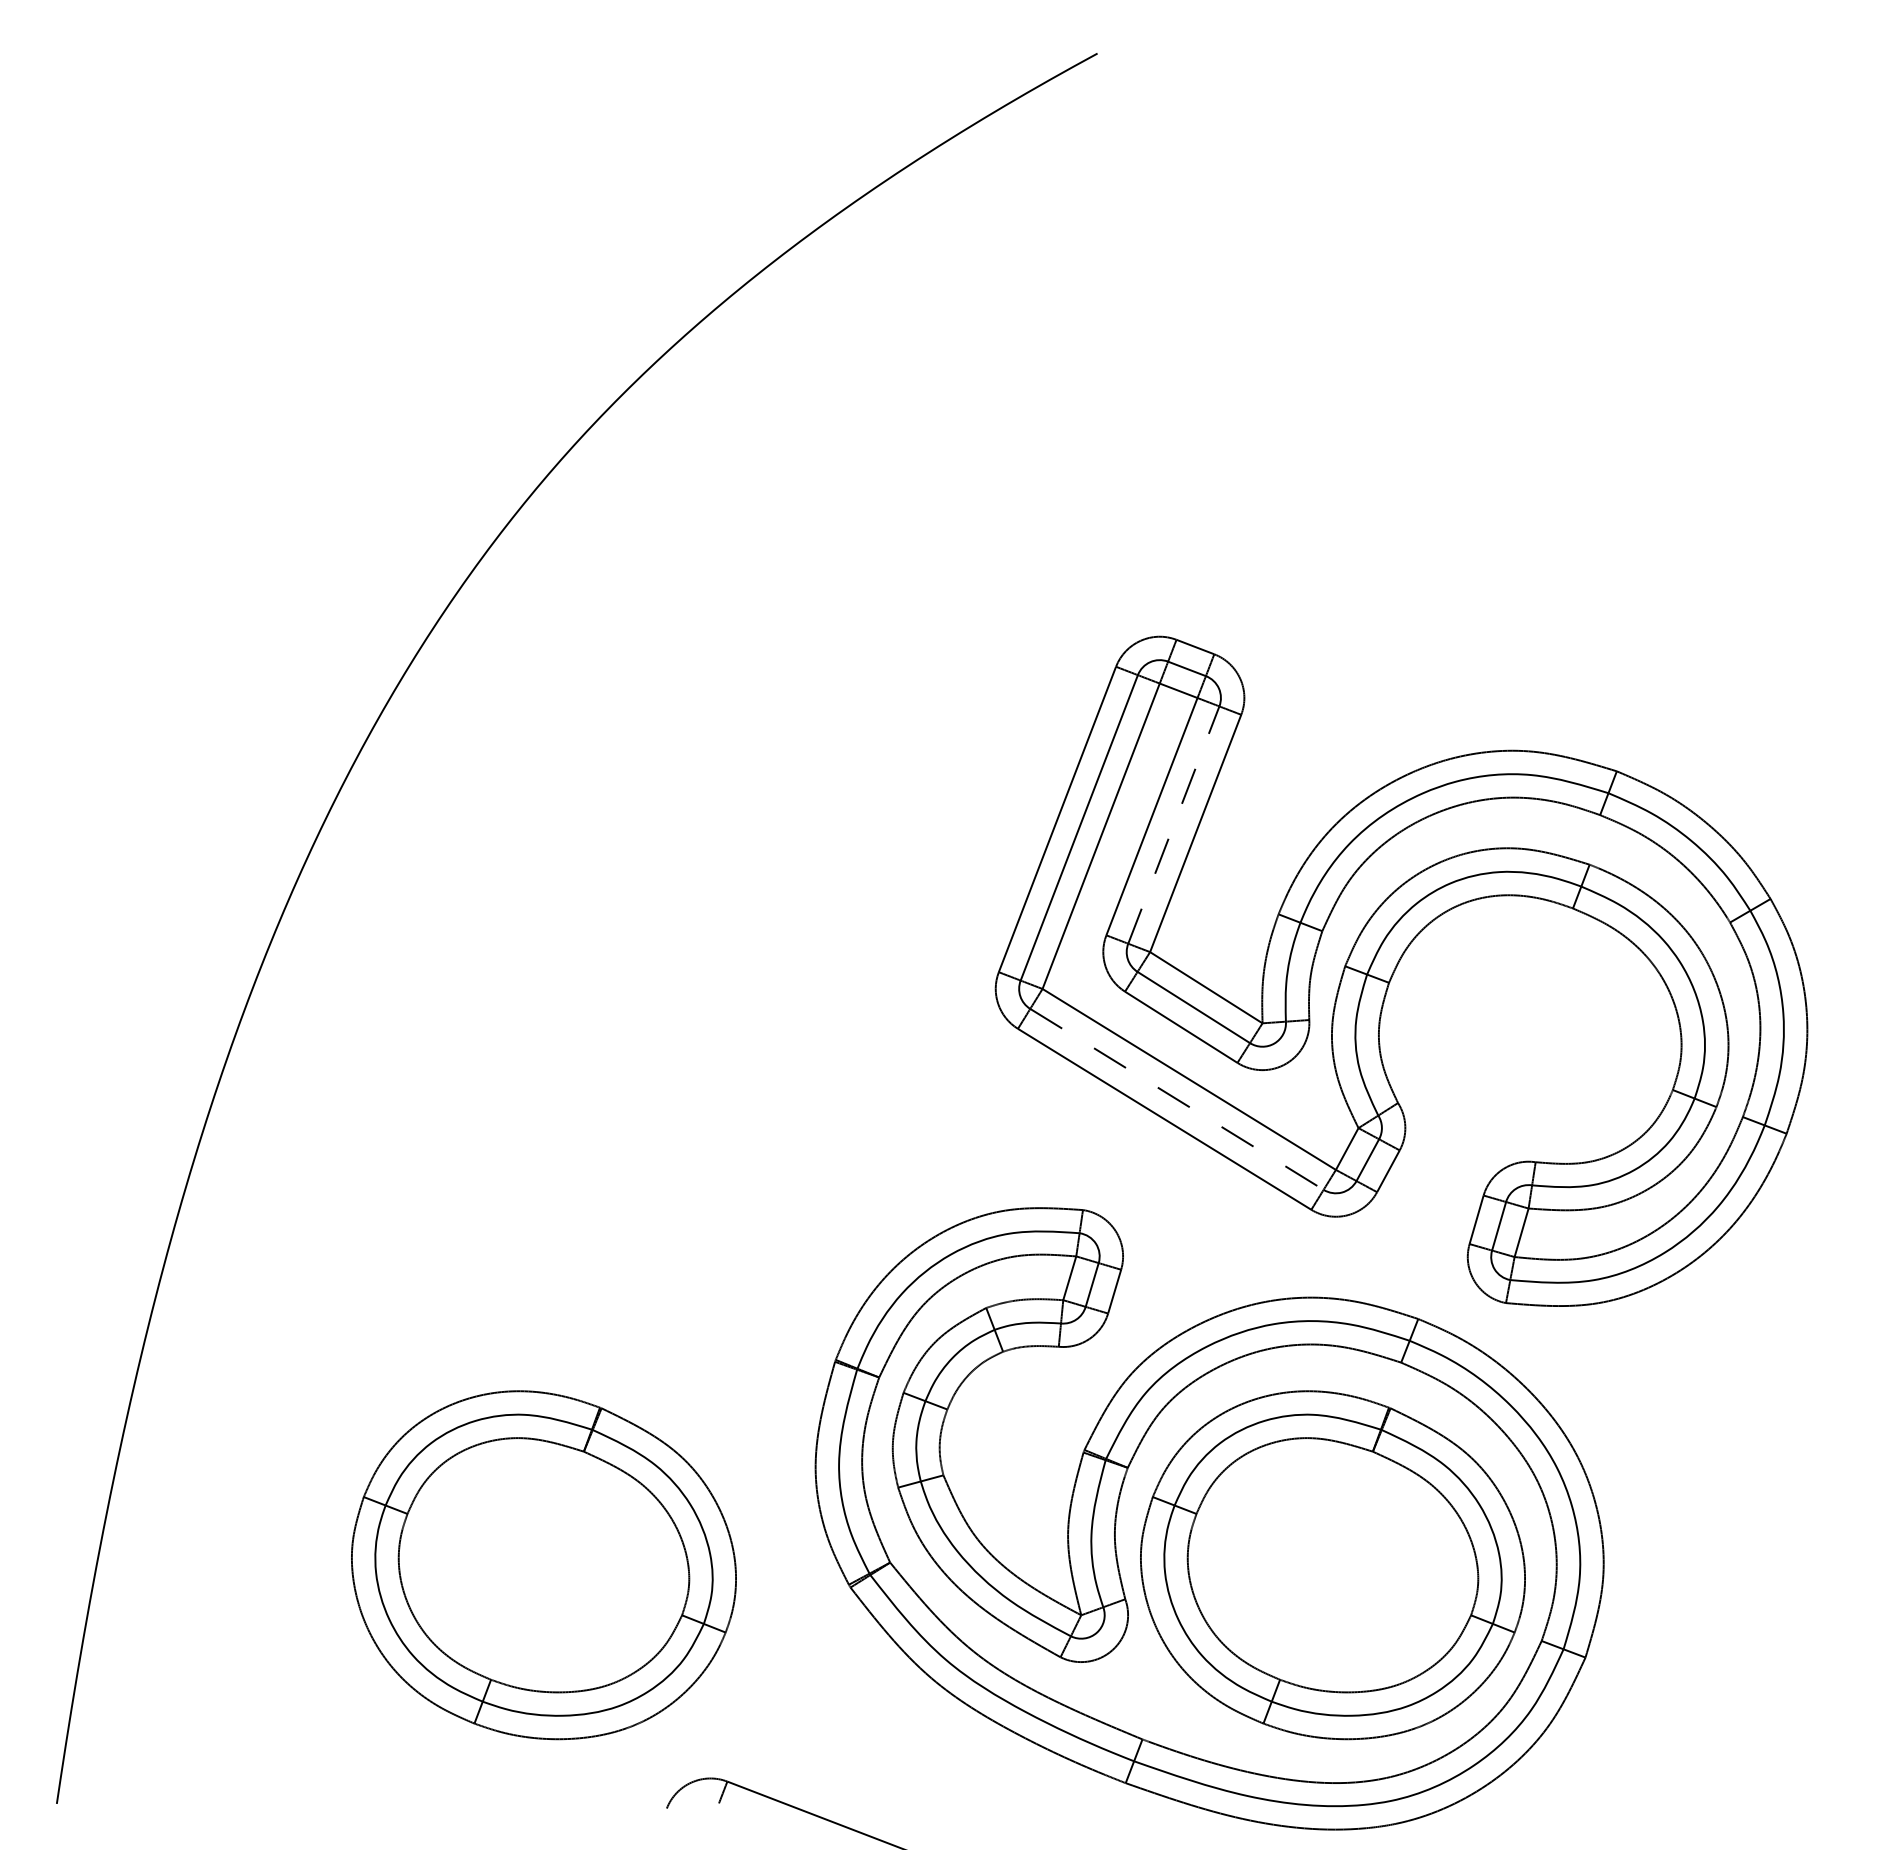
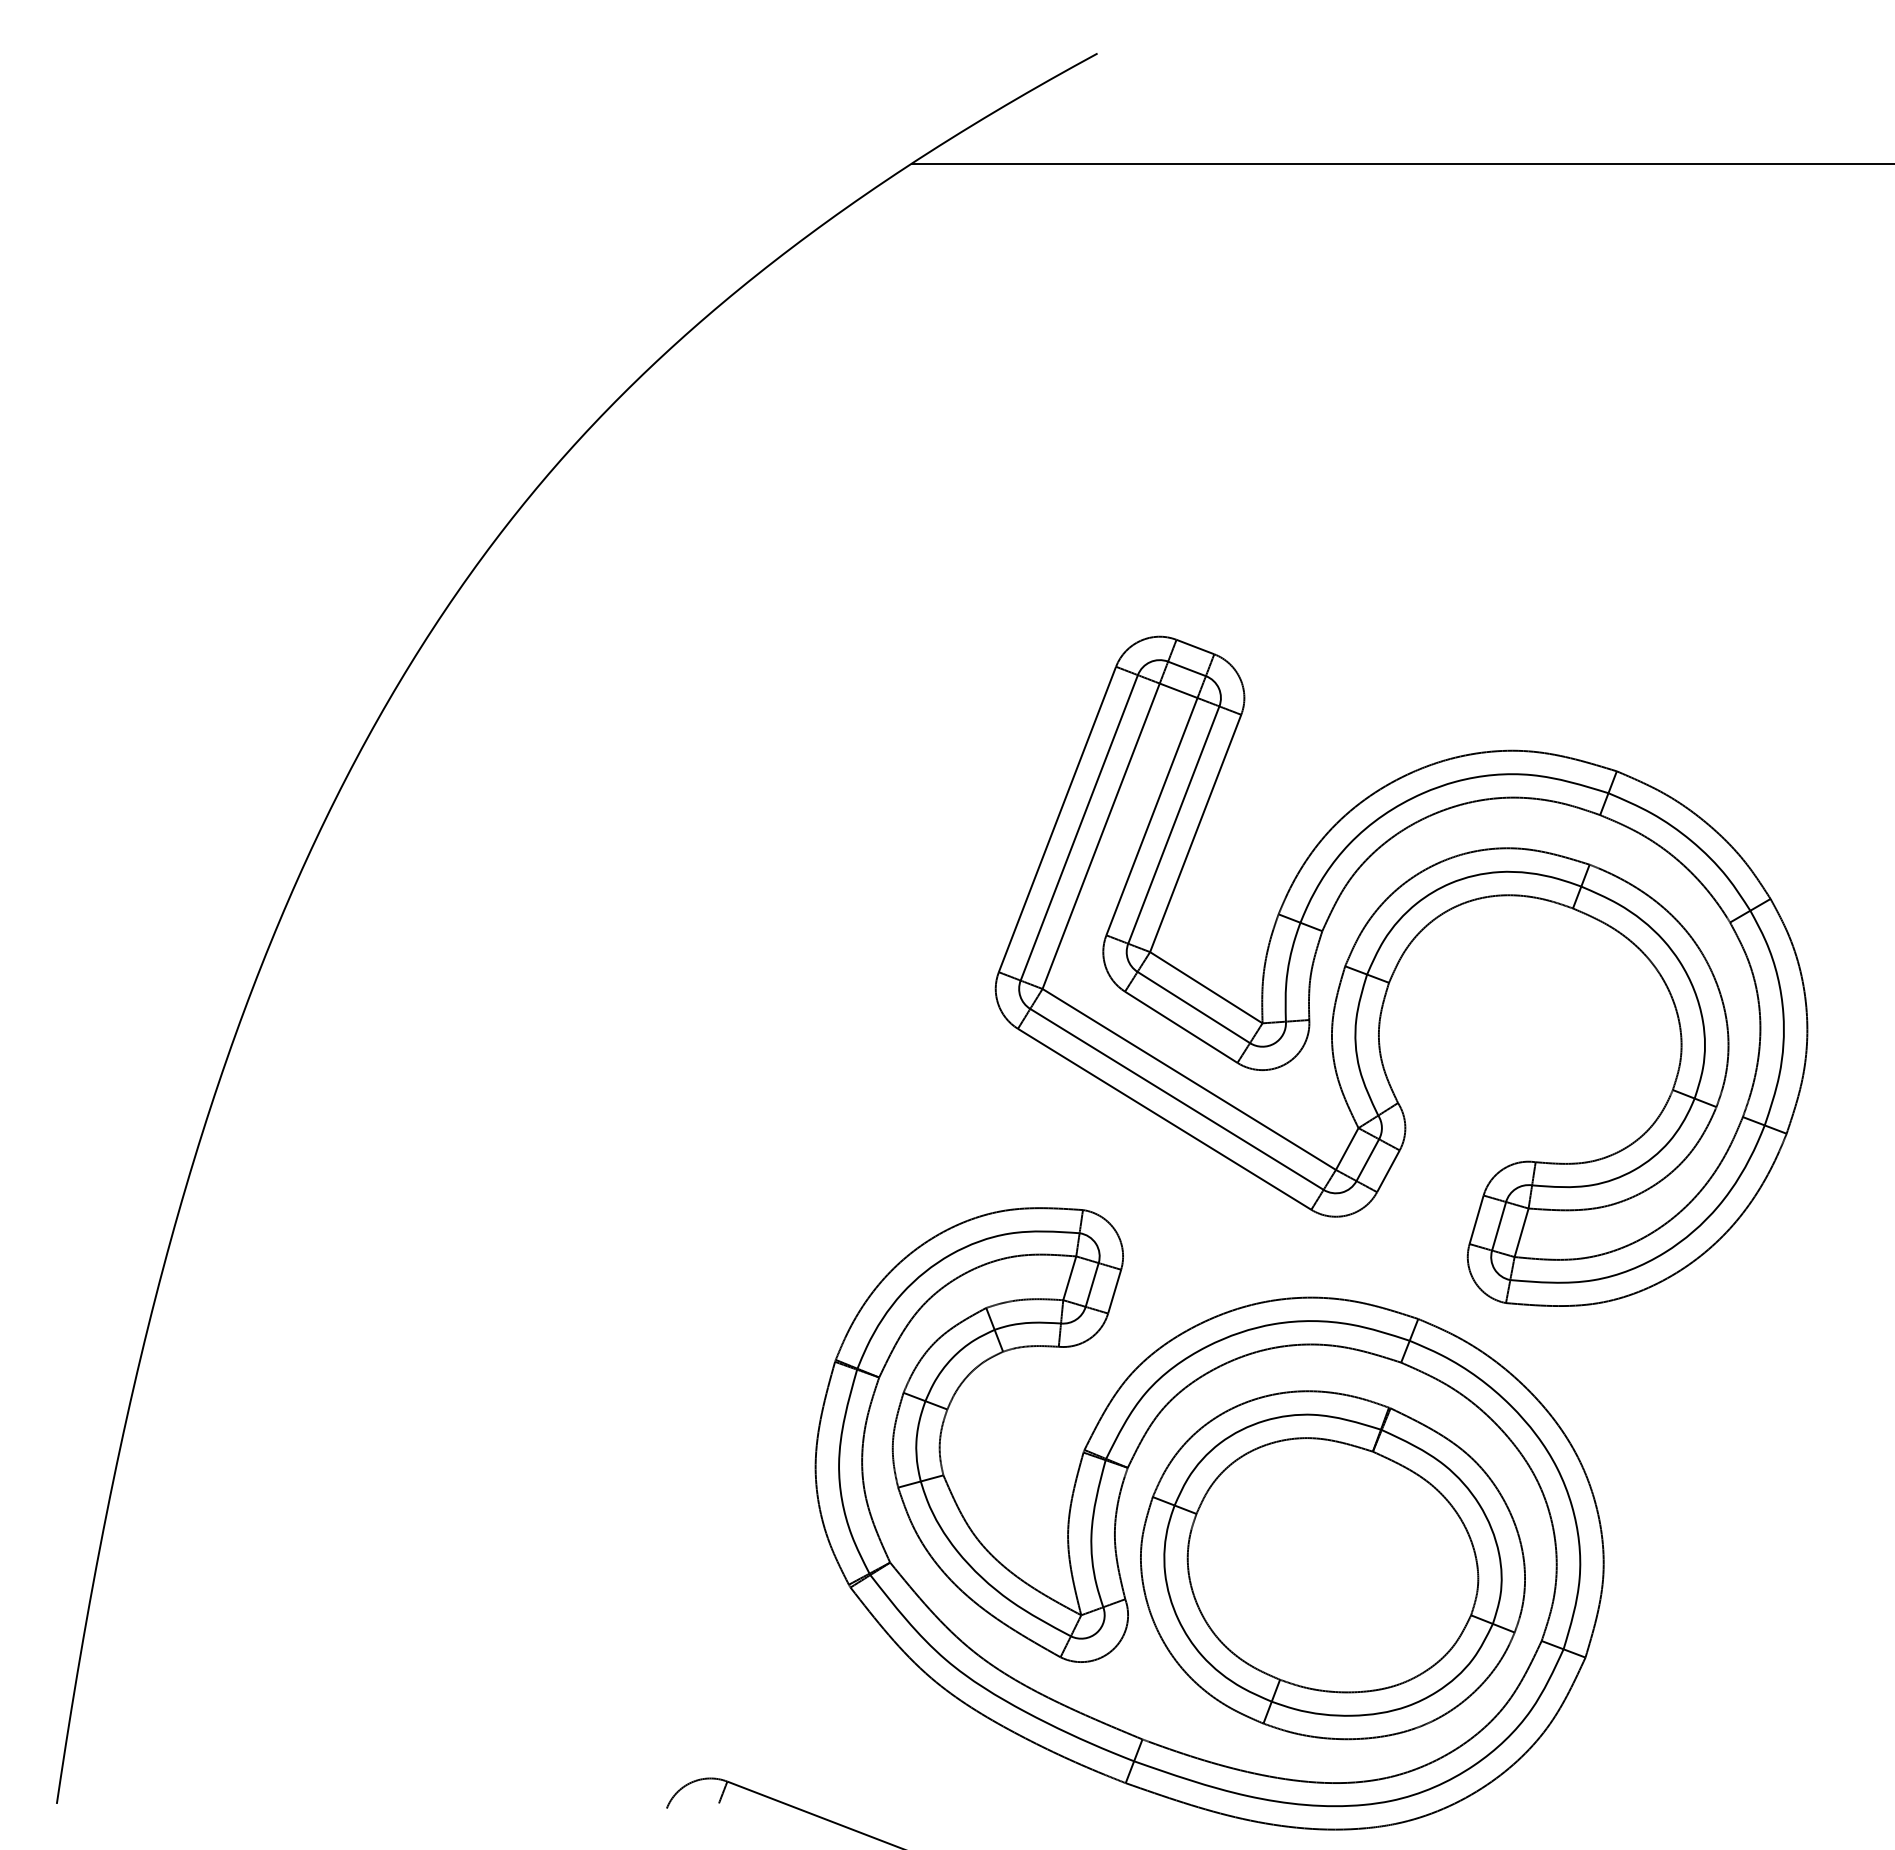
line at (1401, 163): none -> present
line at (1174, 824): dashed -> solid
line at (1177, 1099): dashed -> solid
part at (543, 1565): present -> none
